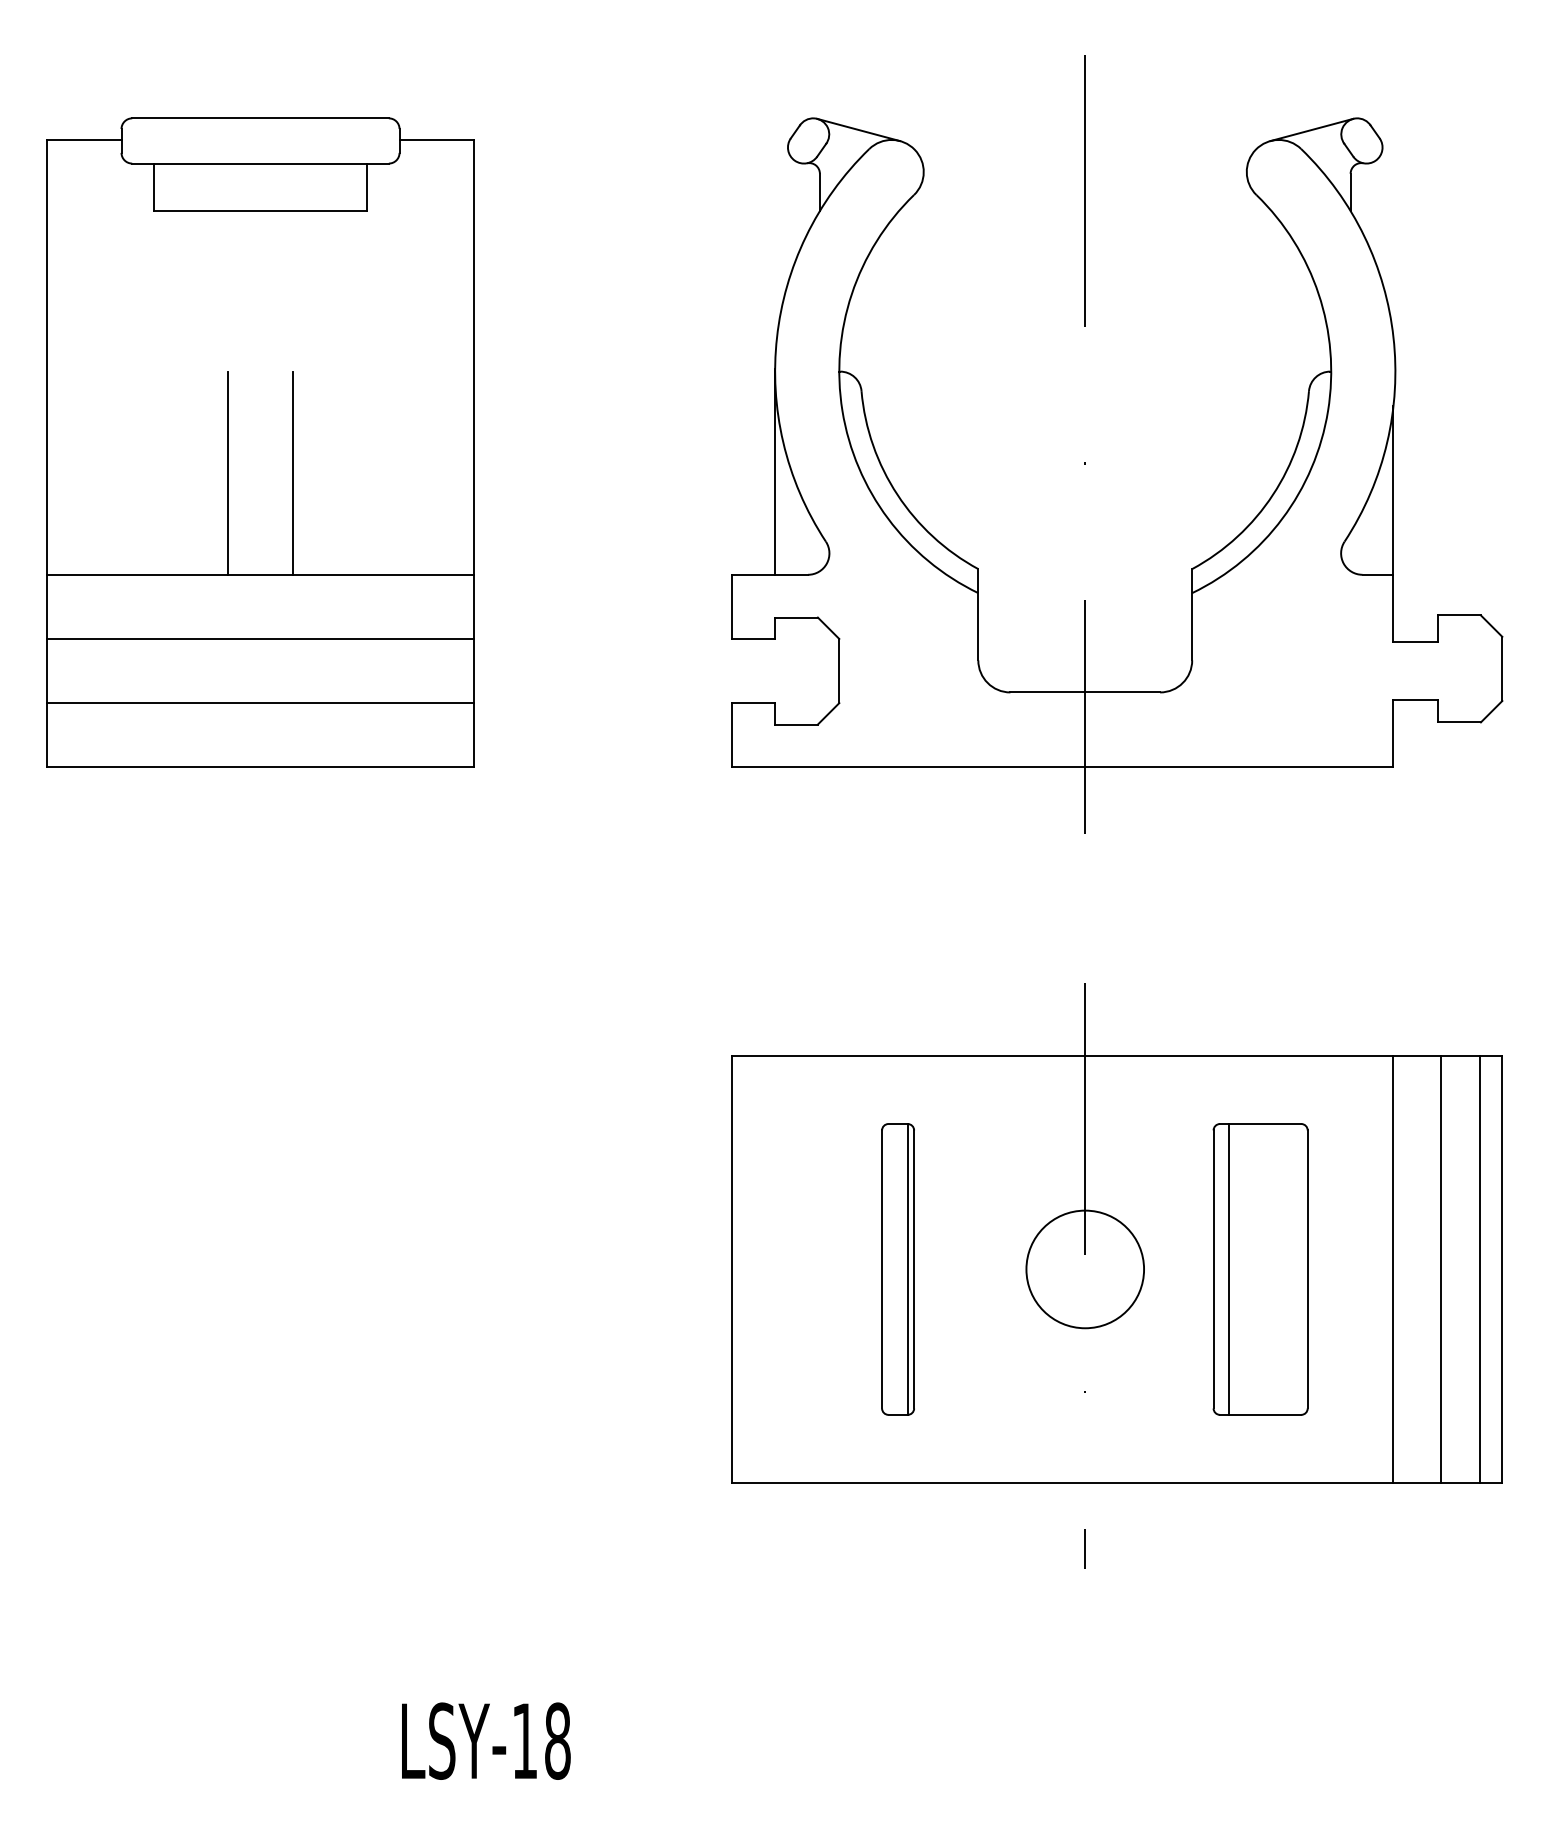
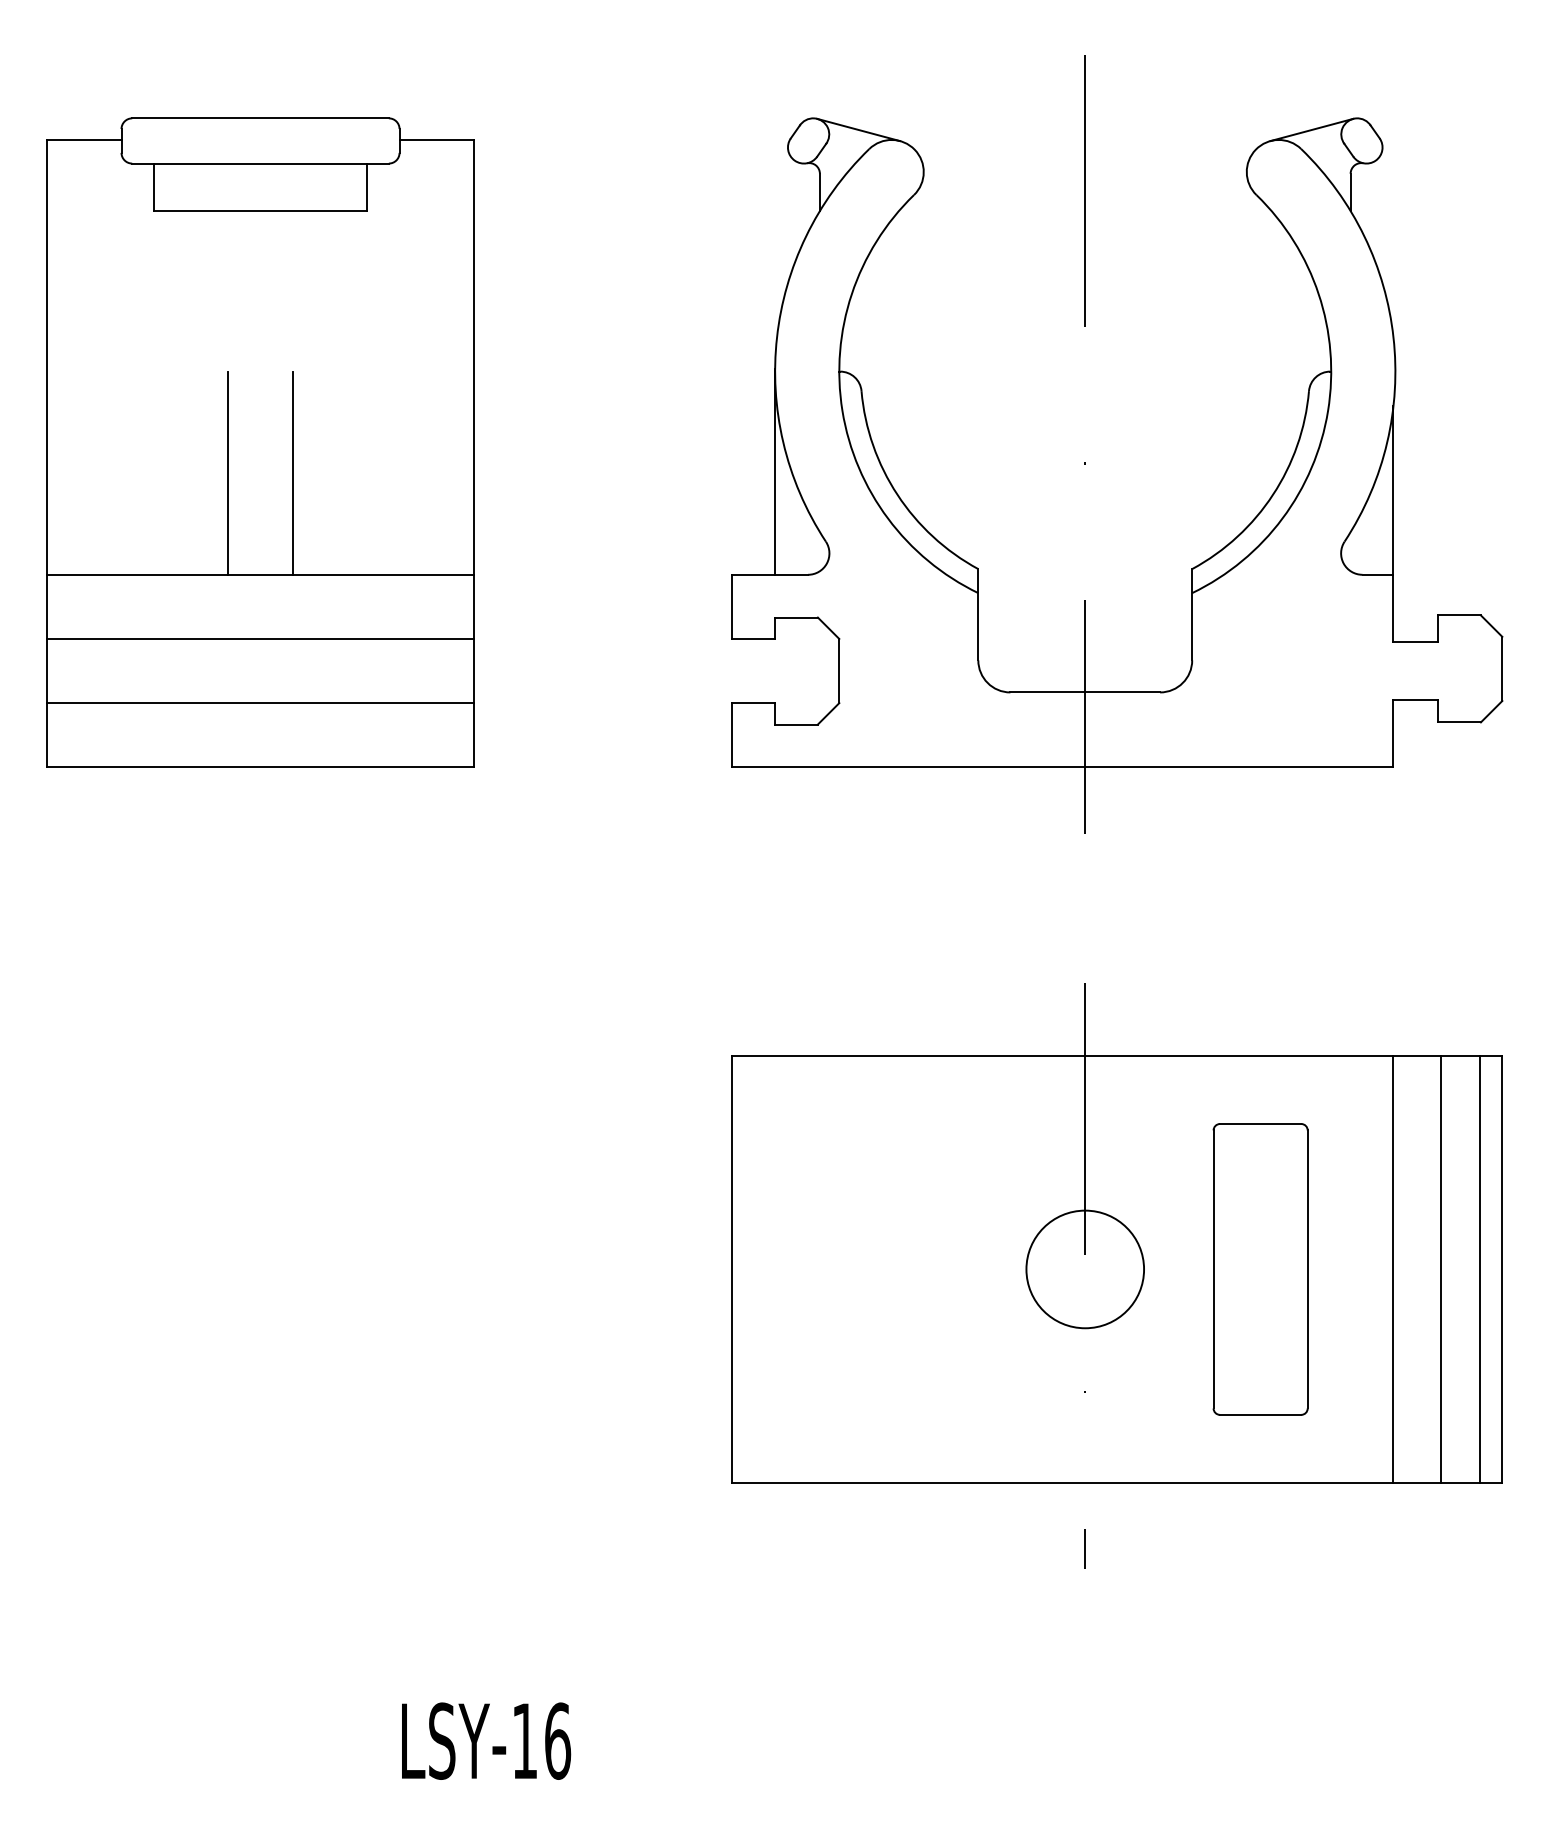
part at (897, 1269): present -> none
line at (1228, 1269): present -> none
text at (558, 1740): LSY-18 -> LSY-16
